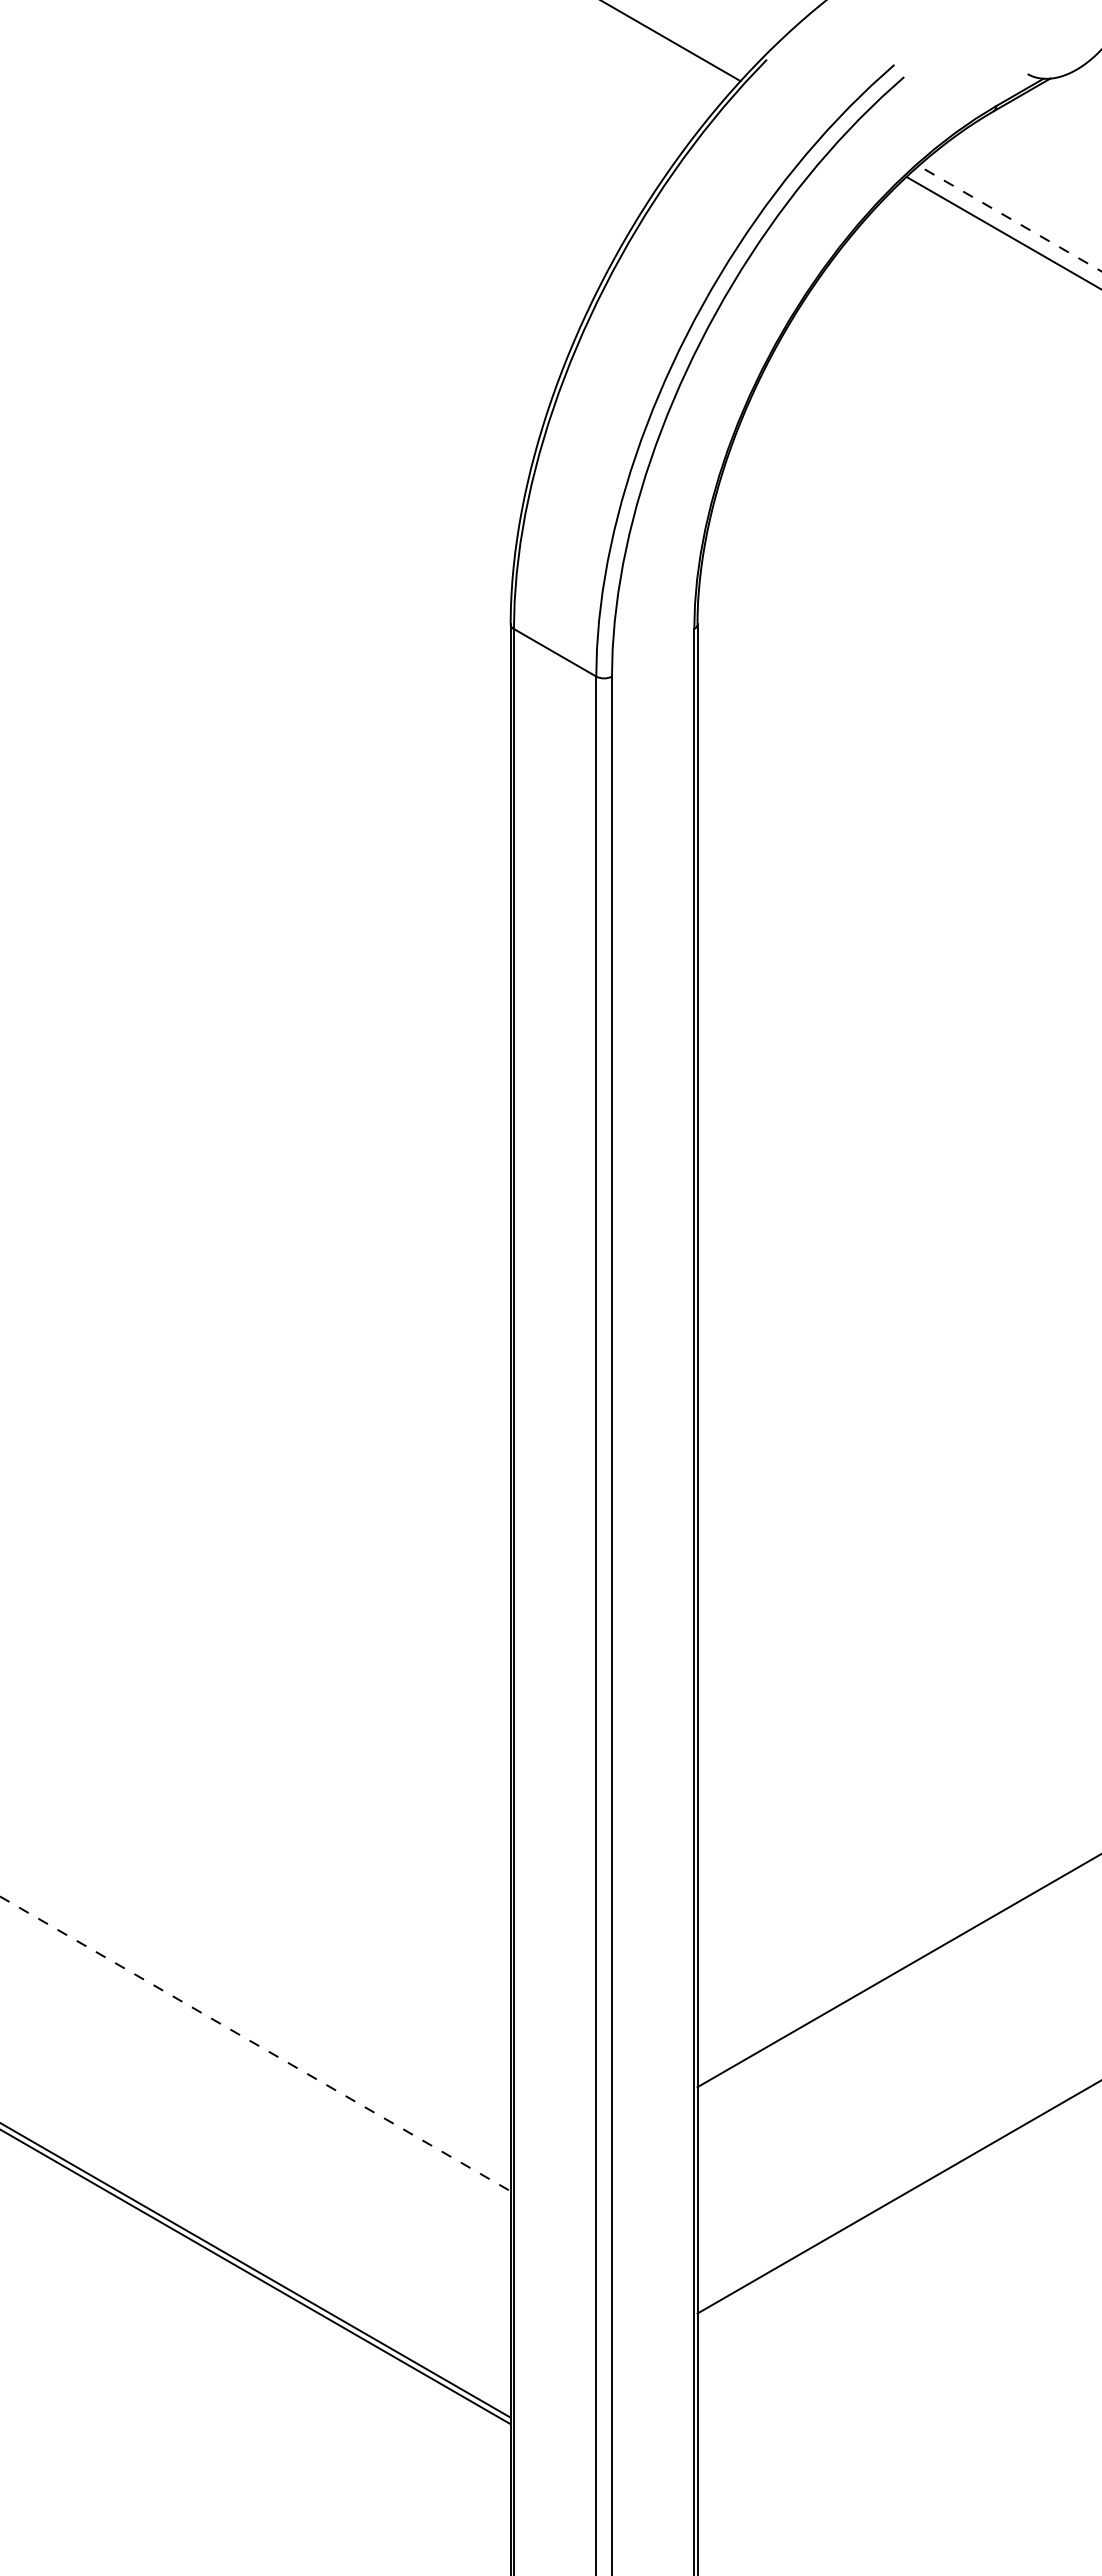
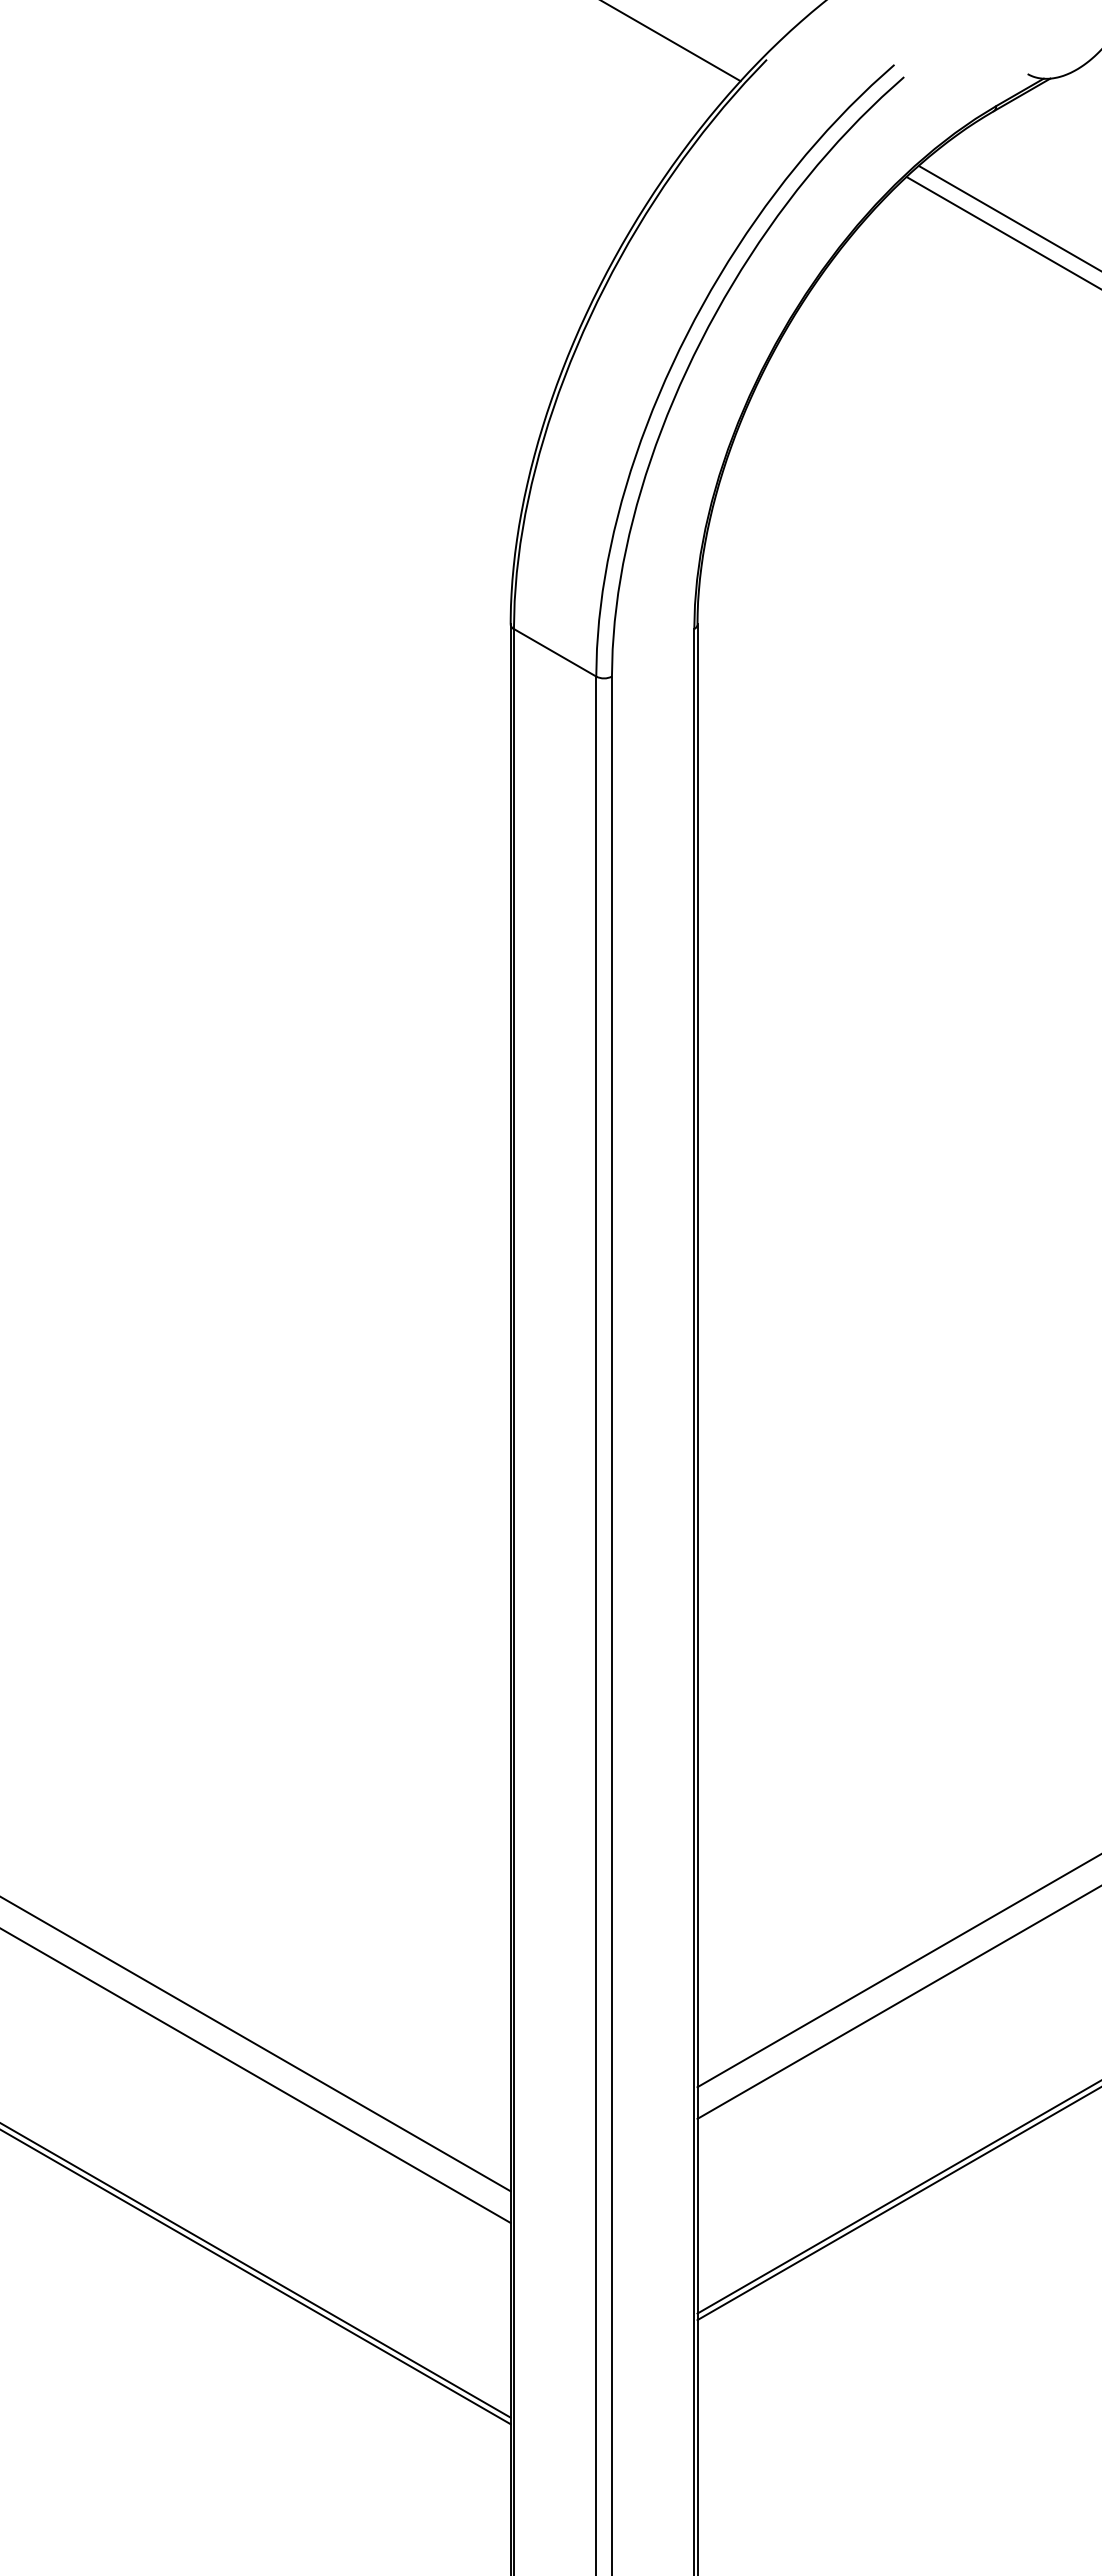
line at (1009, 218): dashed -> solid
line at (897, 2002): none -> present
line at (256, 2044): dashed -> solid
line at (256, 2076): none -> present
line at (897, 2204): none -> present
